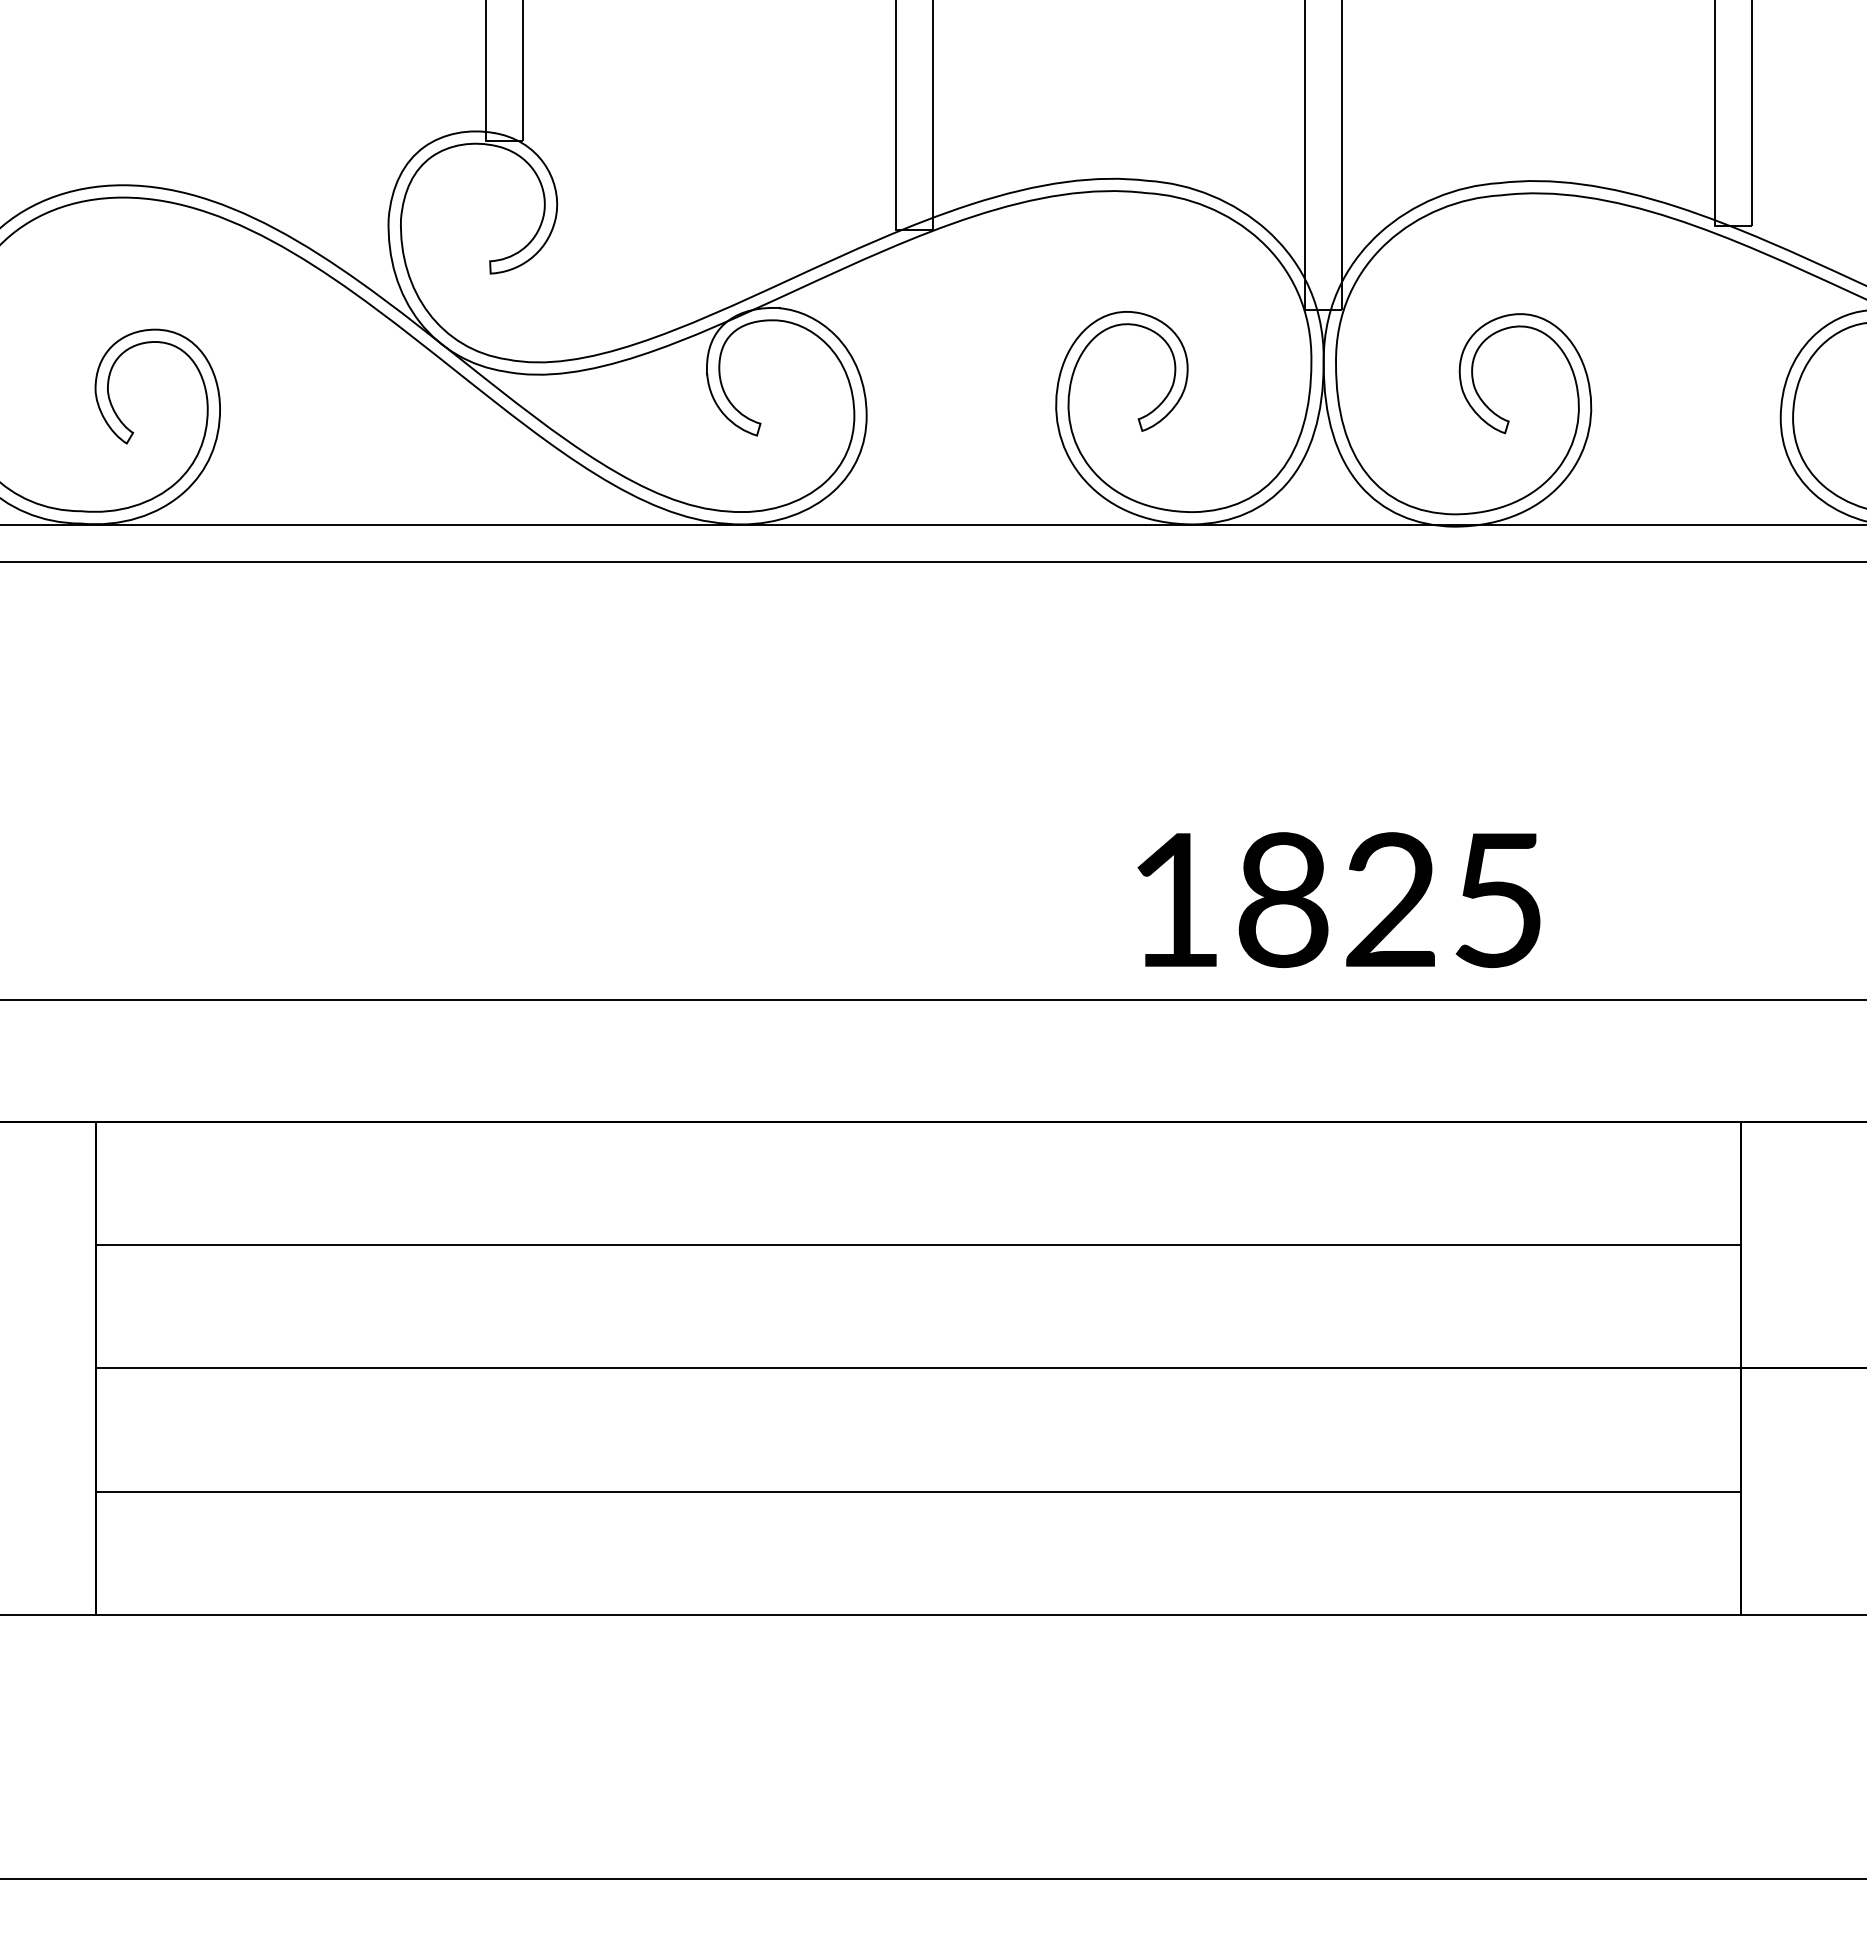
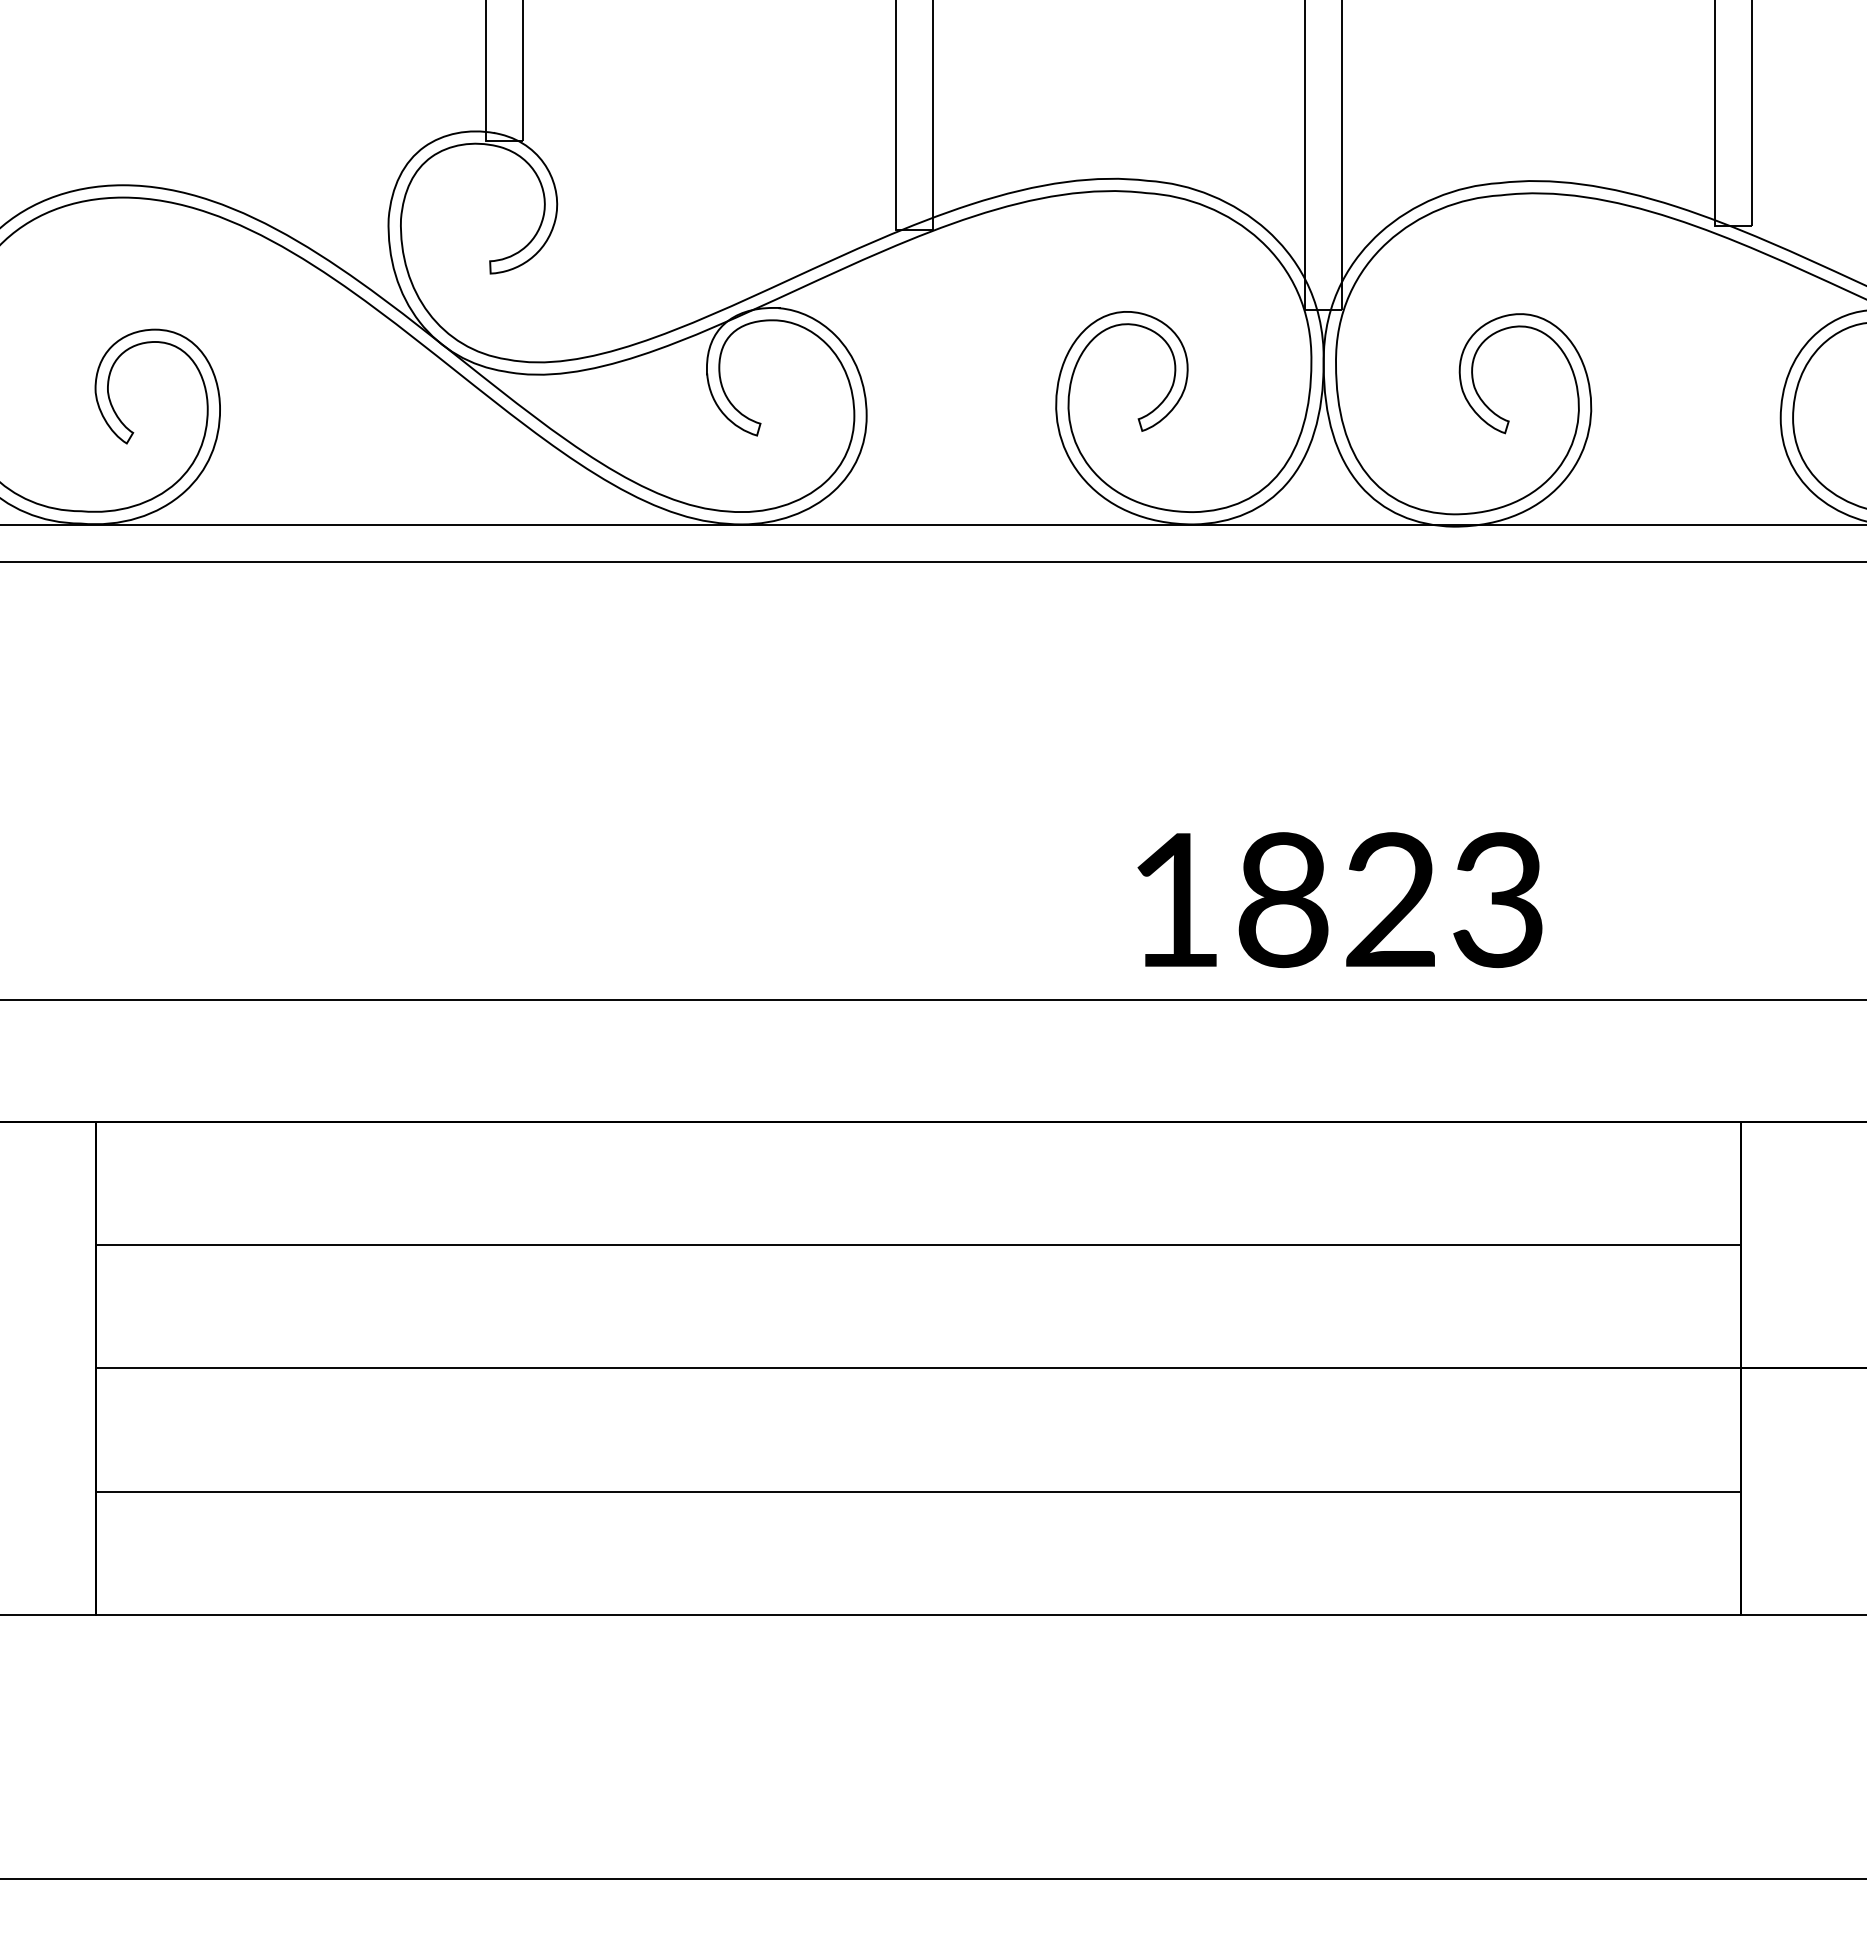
text at (1497, 900): 1825 -> 1823
